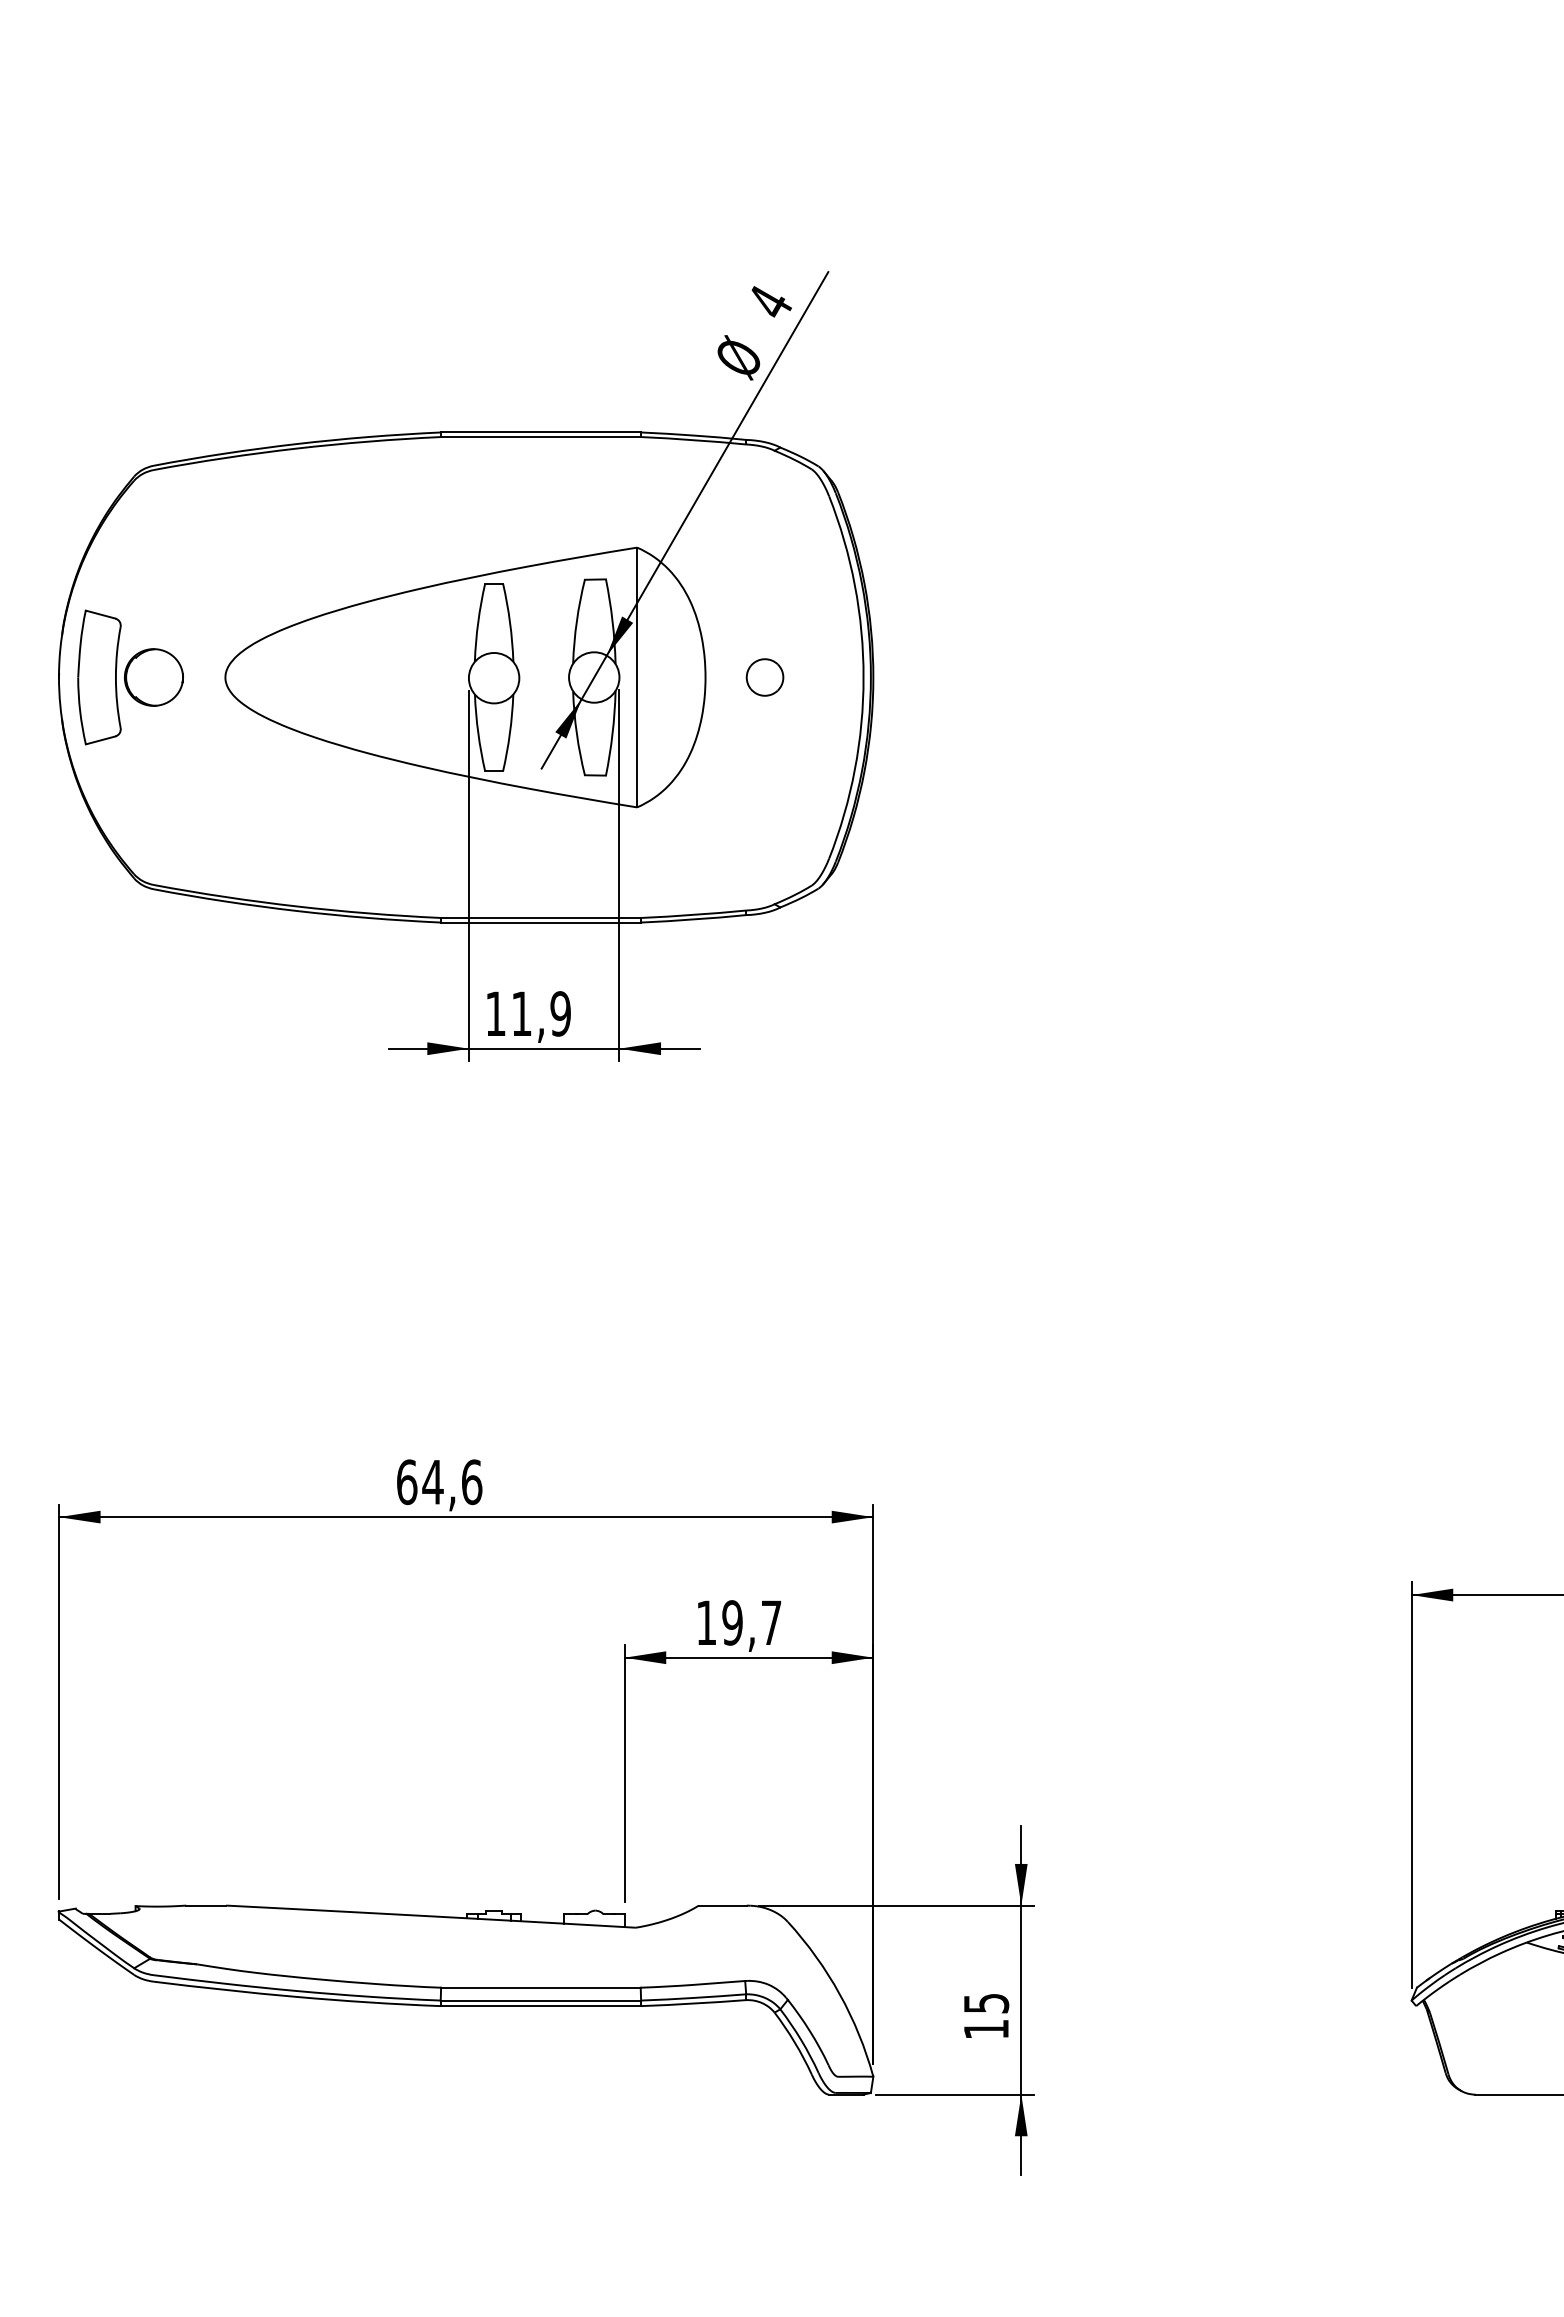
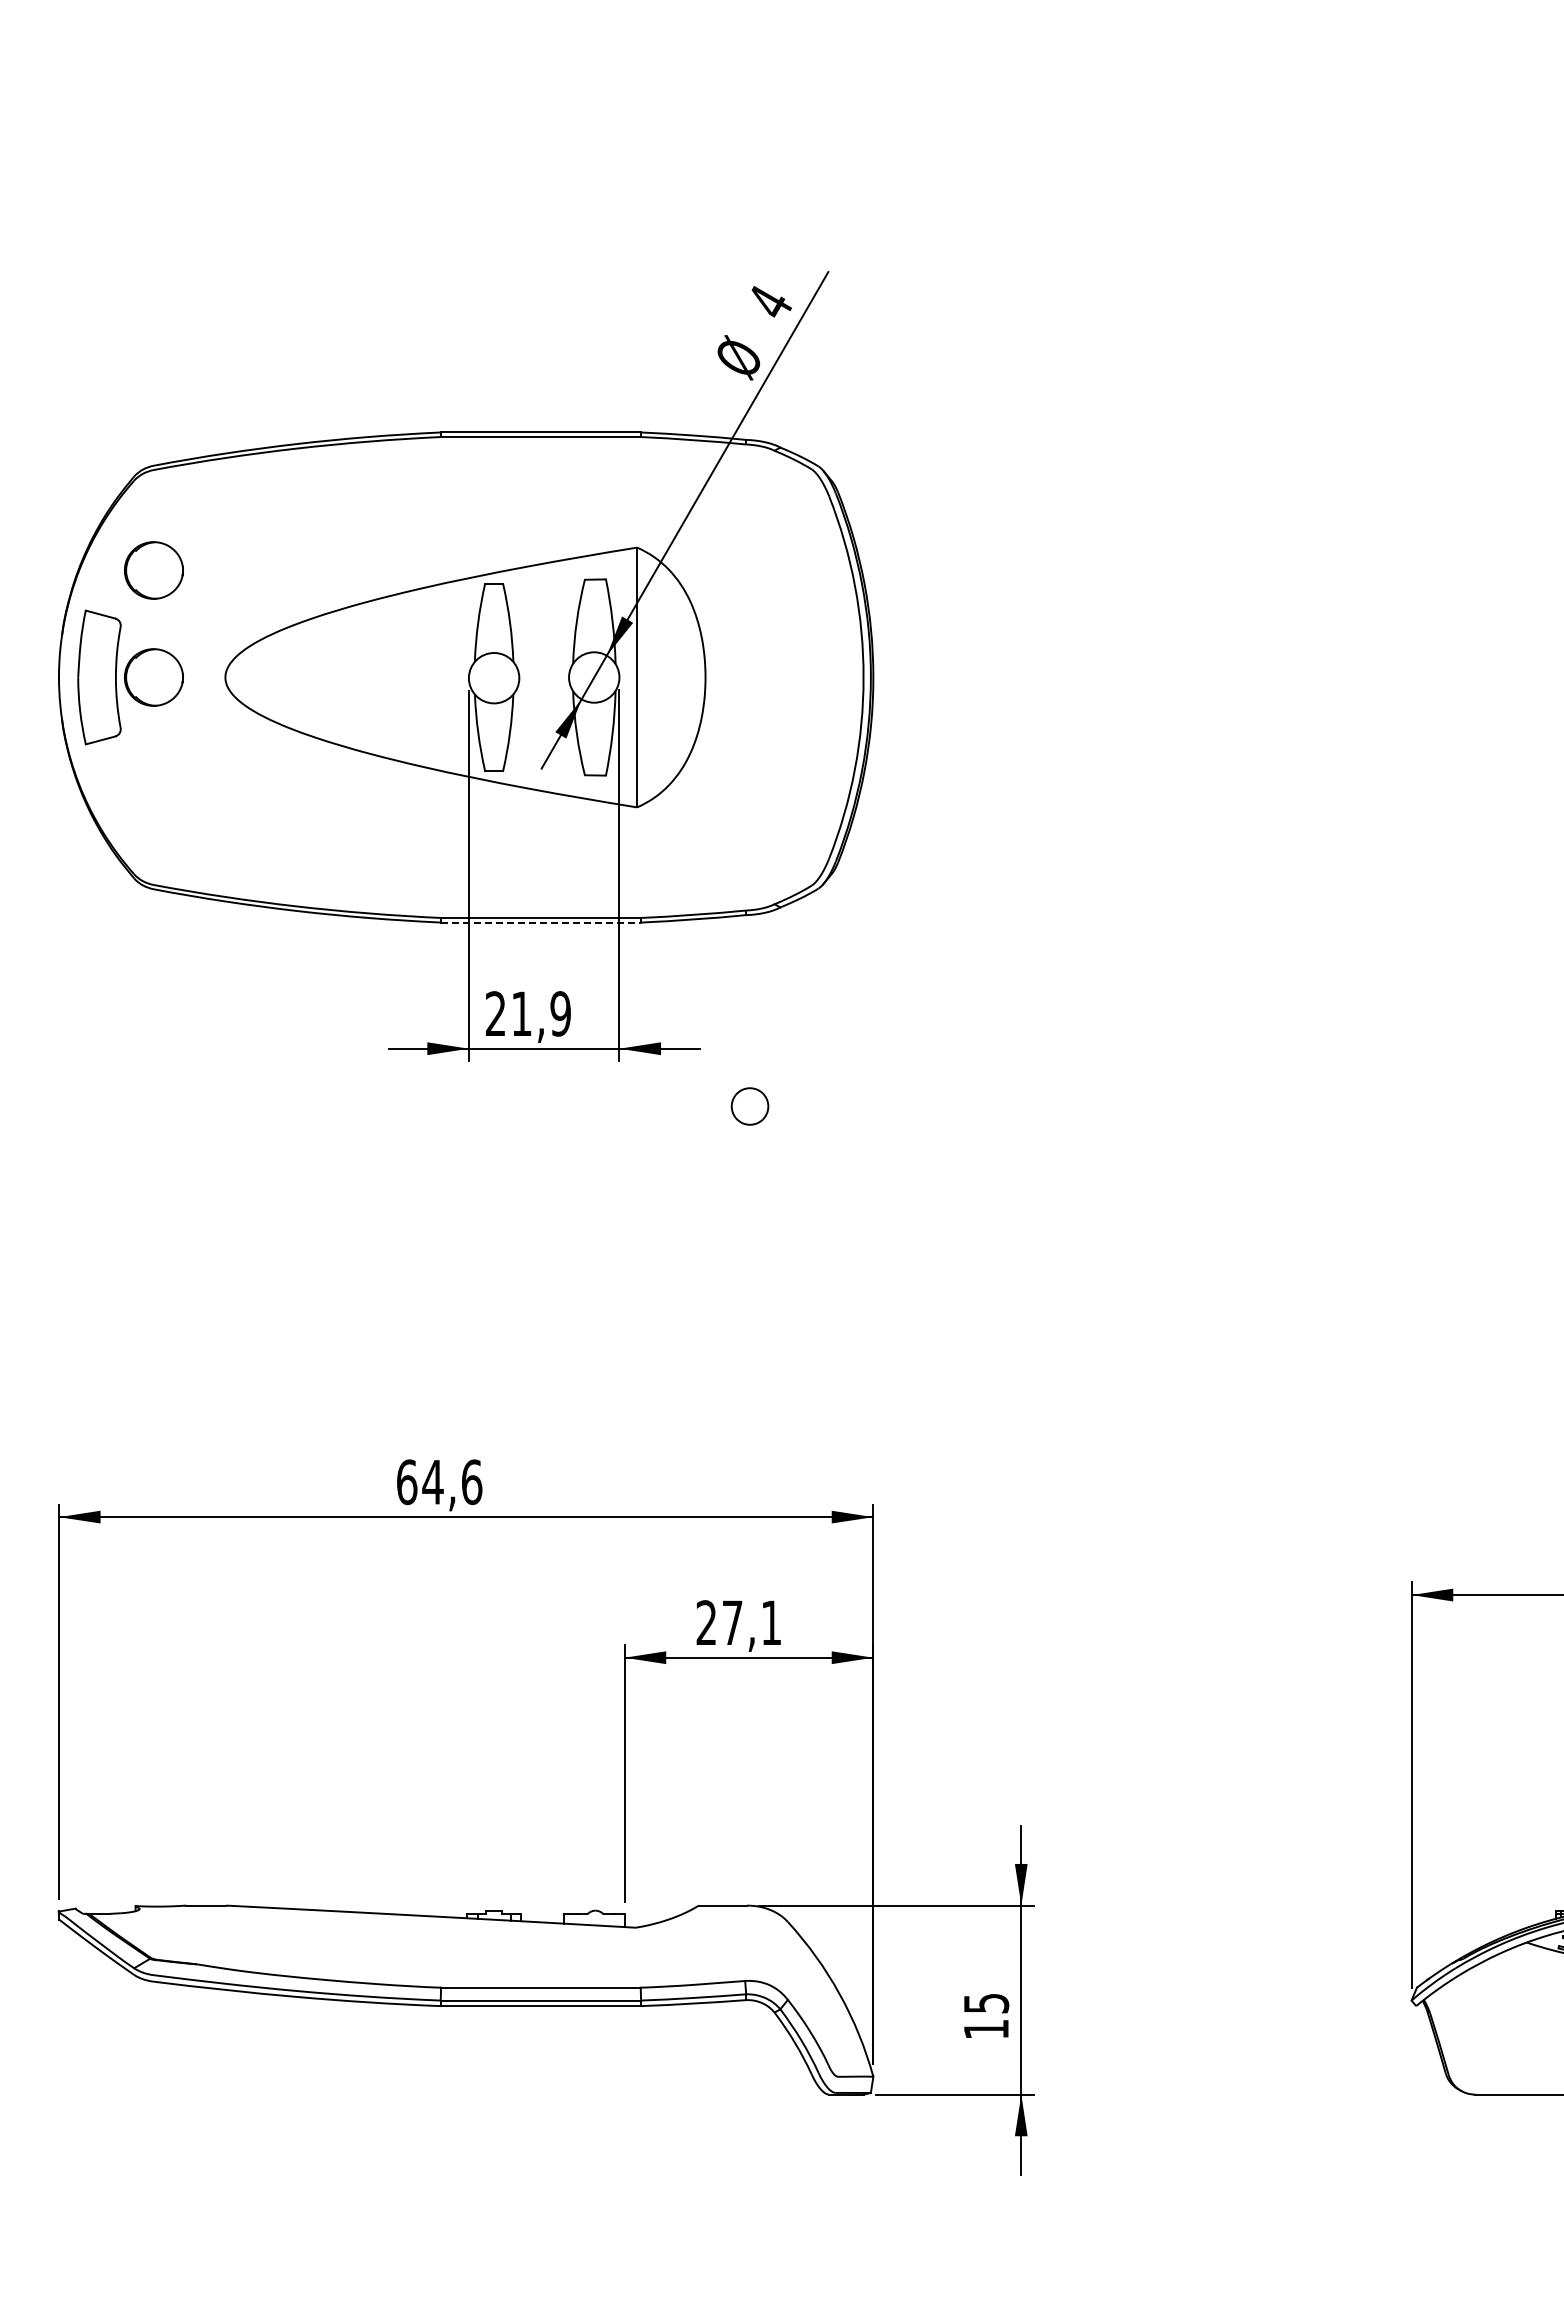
part at (153, 570): none -> present
part at (764, 677) position: (764, 677) -> (749, 1106)
line at (541, 922): solid -> dashed
text at (495, 1013): 11,9 -> 21,9
text at (738, 1622): 19,7 -> 27,1
